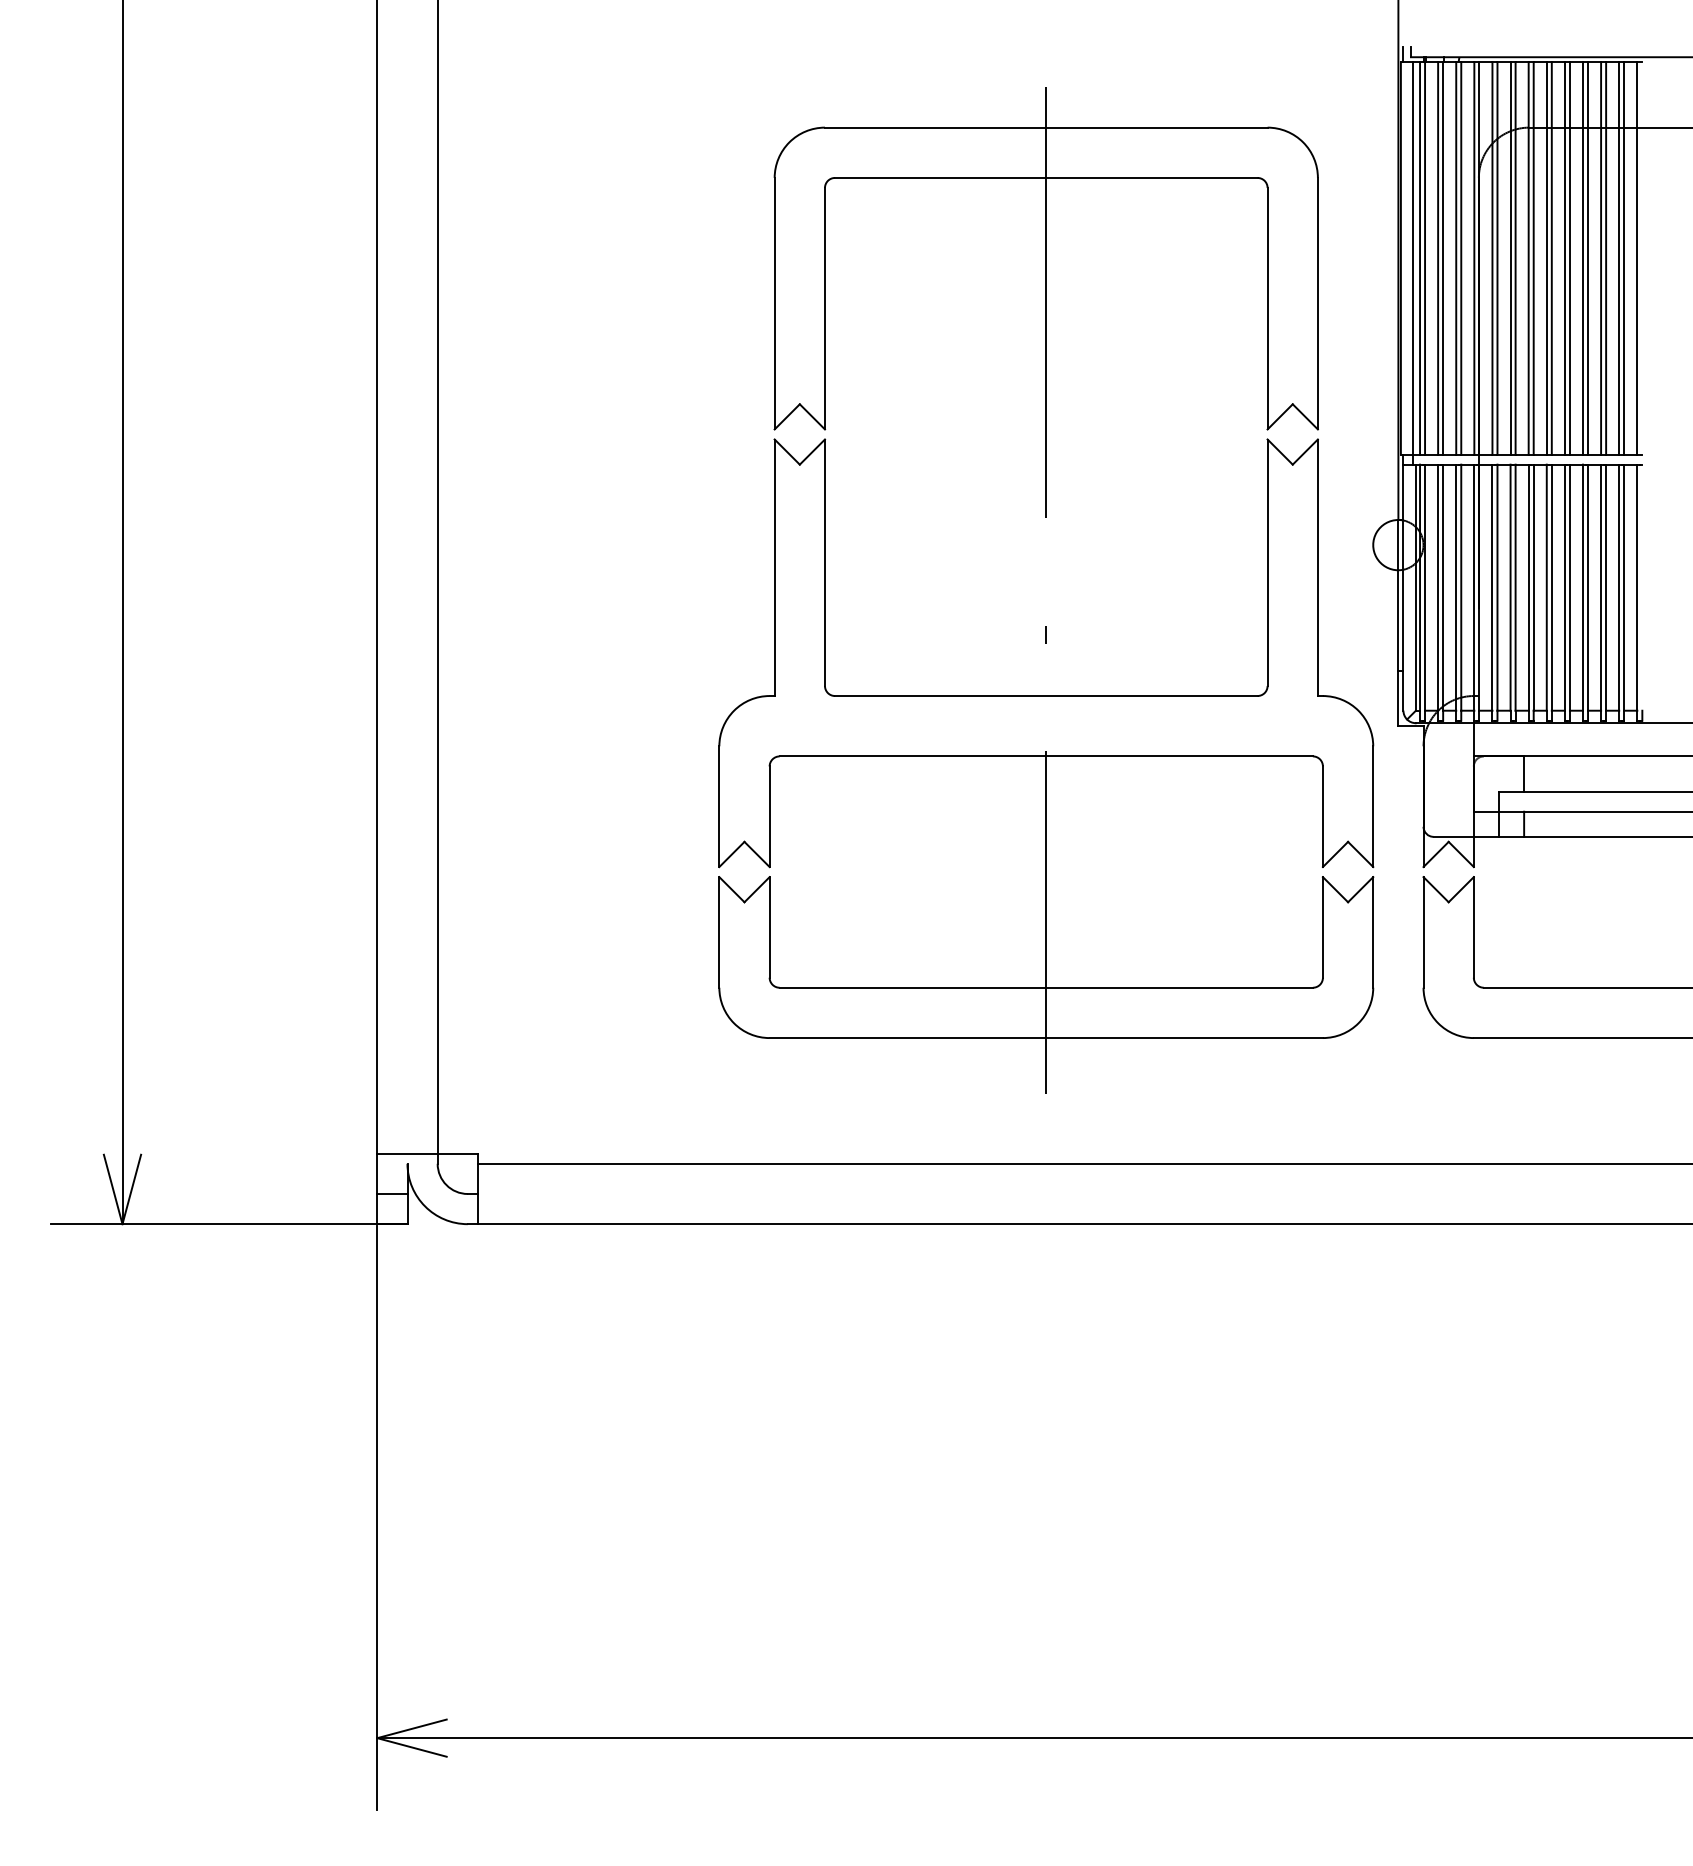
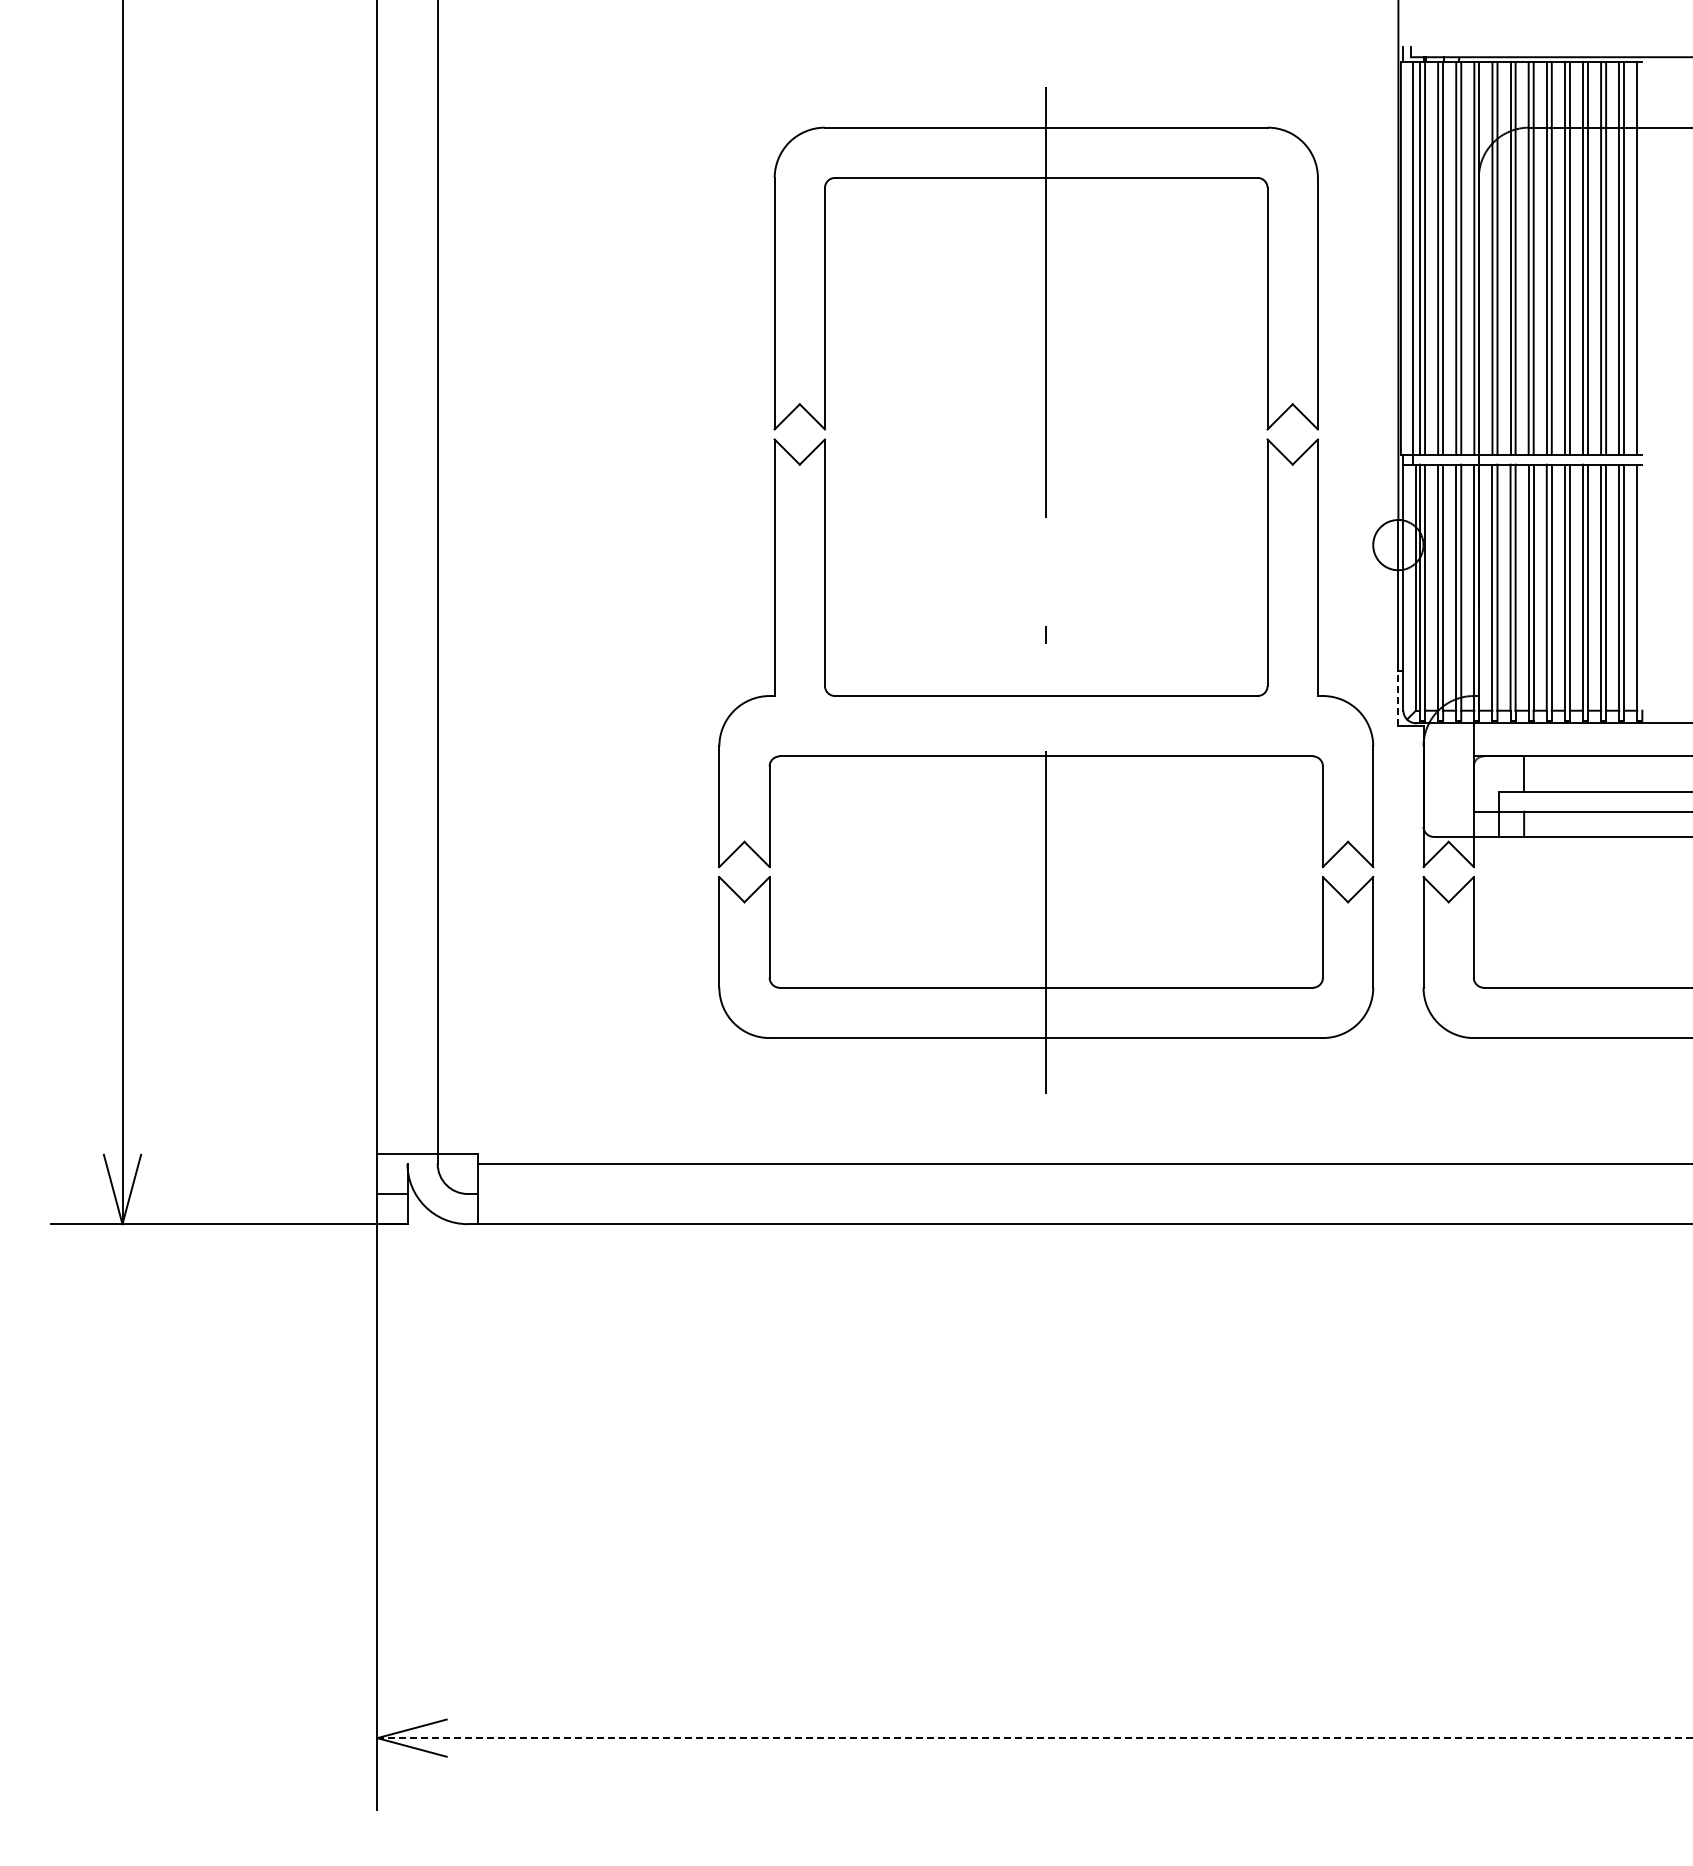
line at (1398, 698): solid -> dashed
line at (1035, 1738): solid -> dashed
